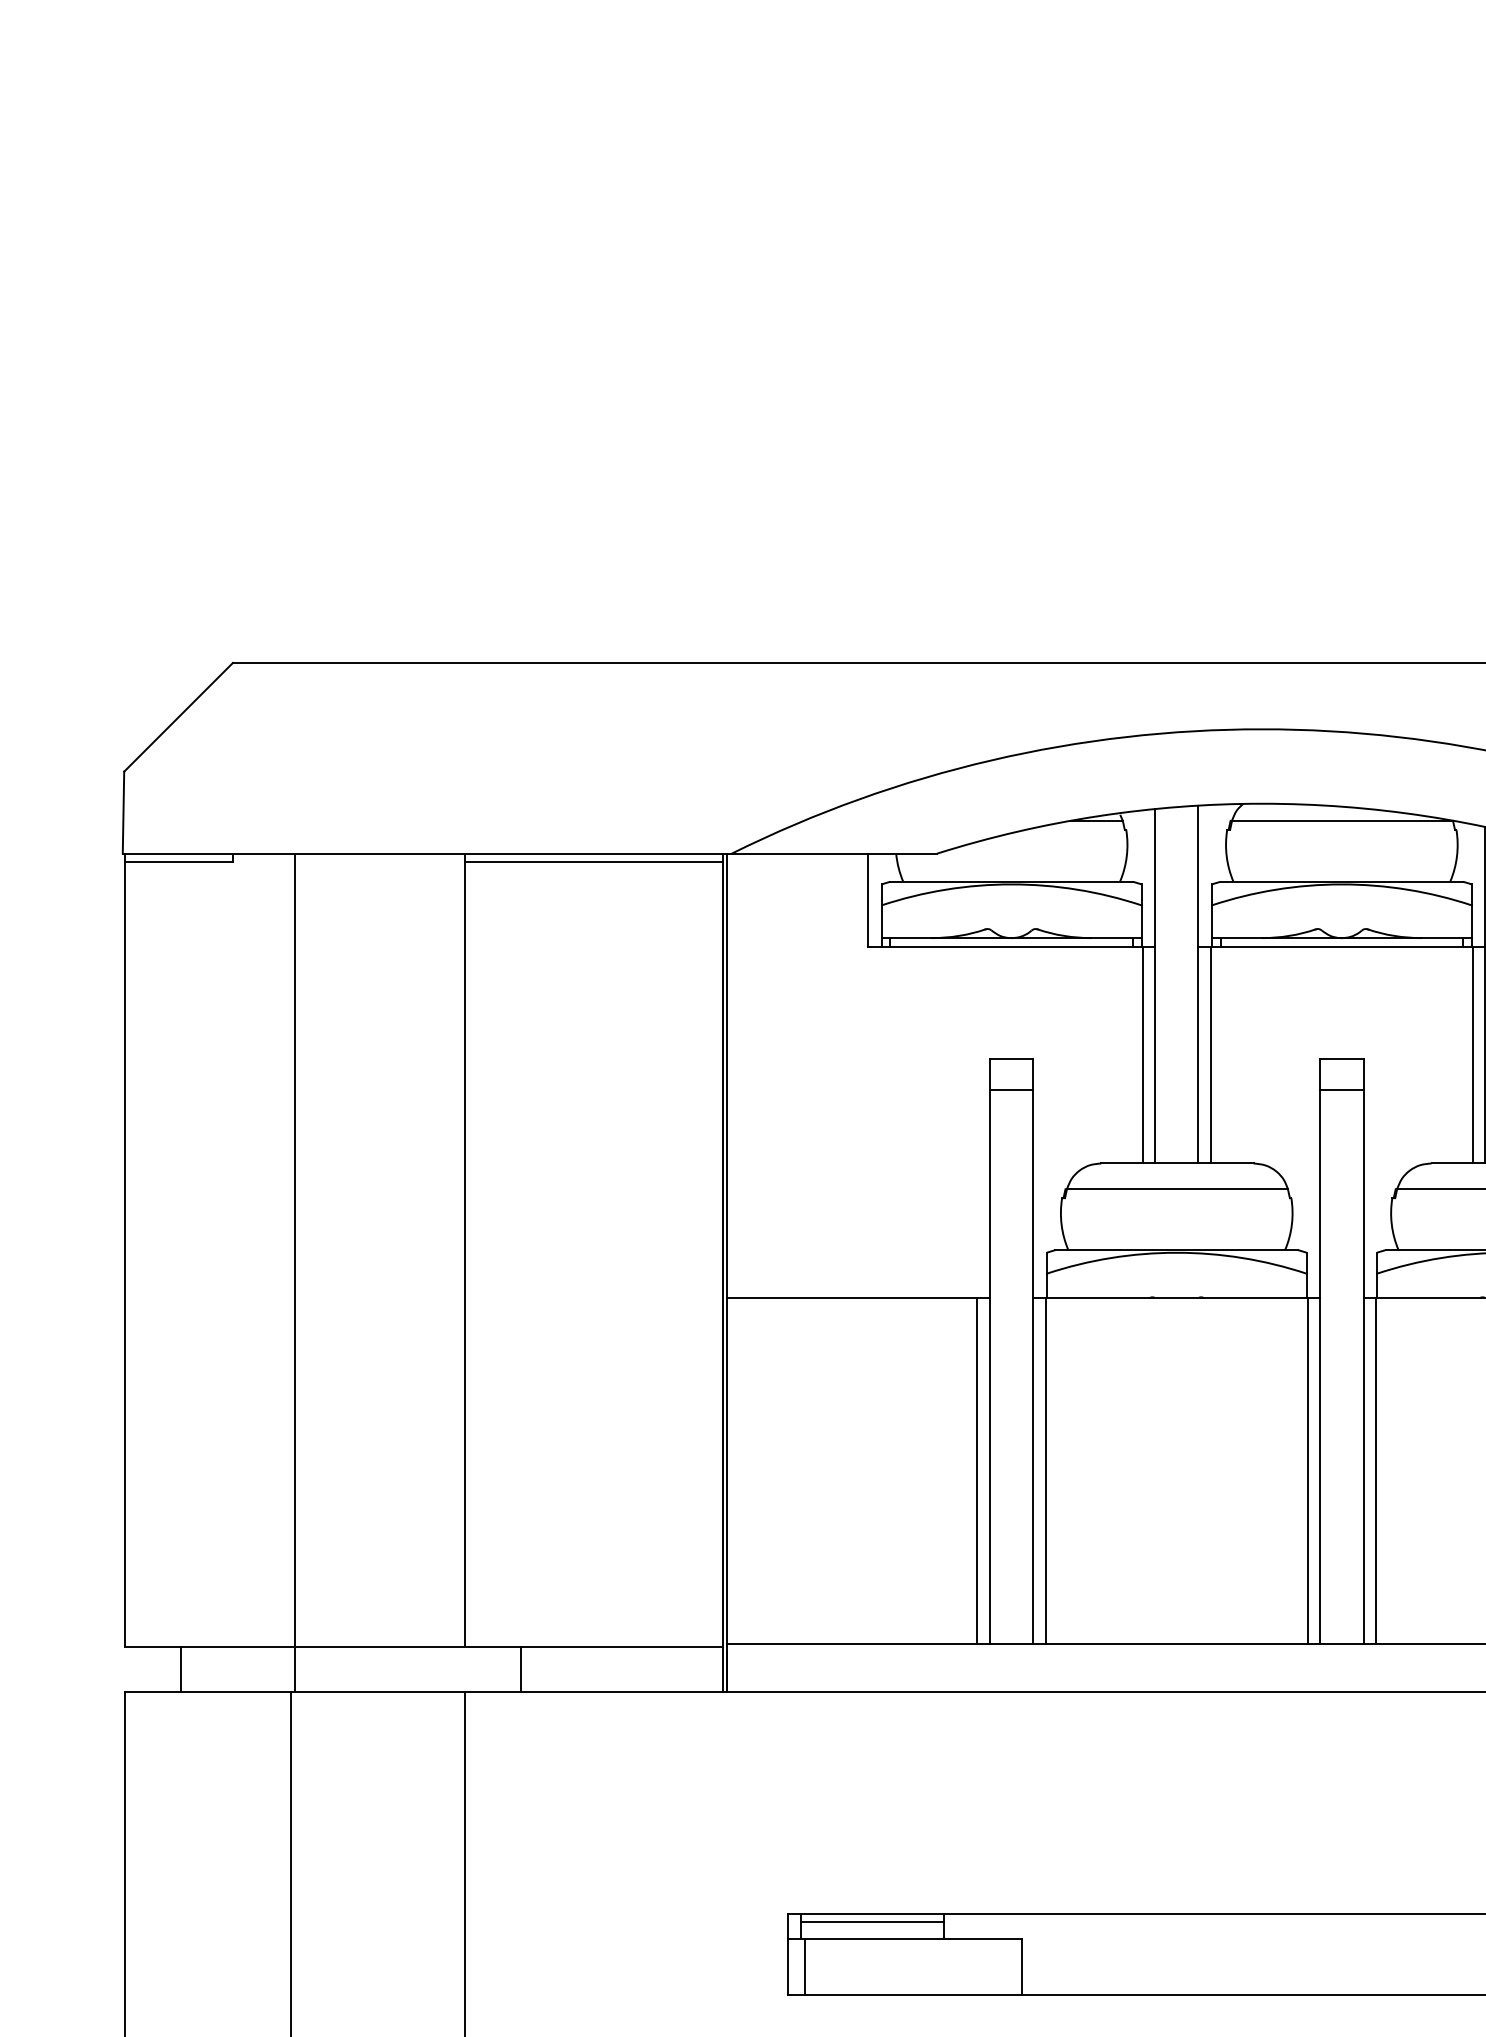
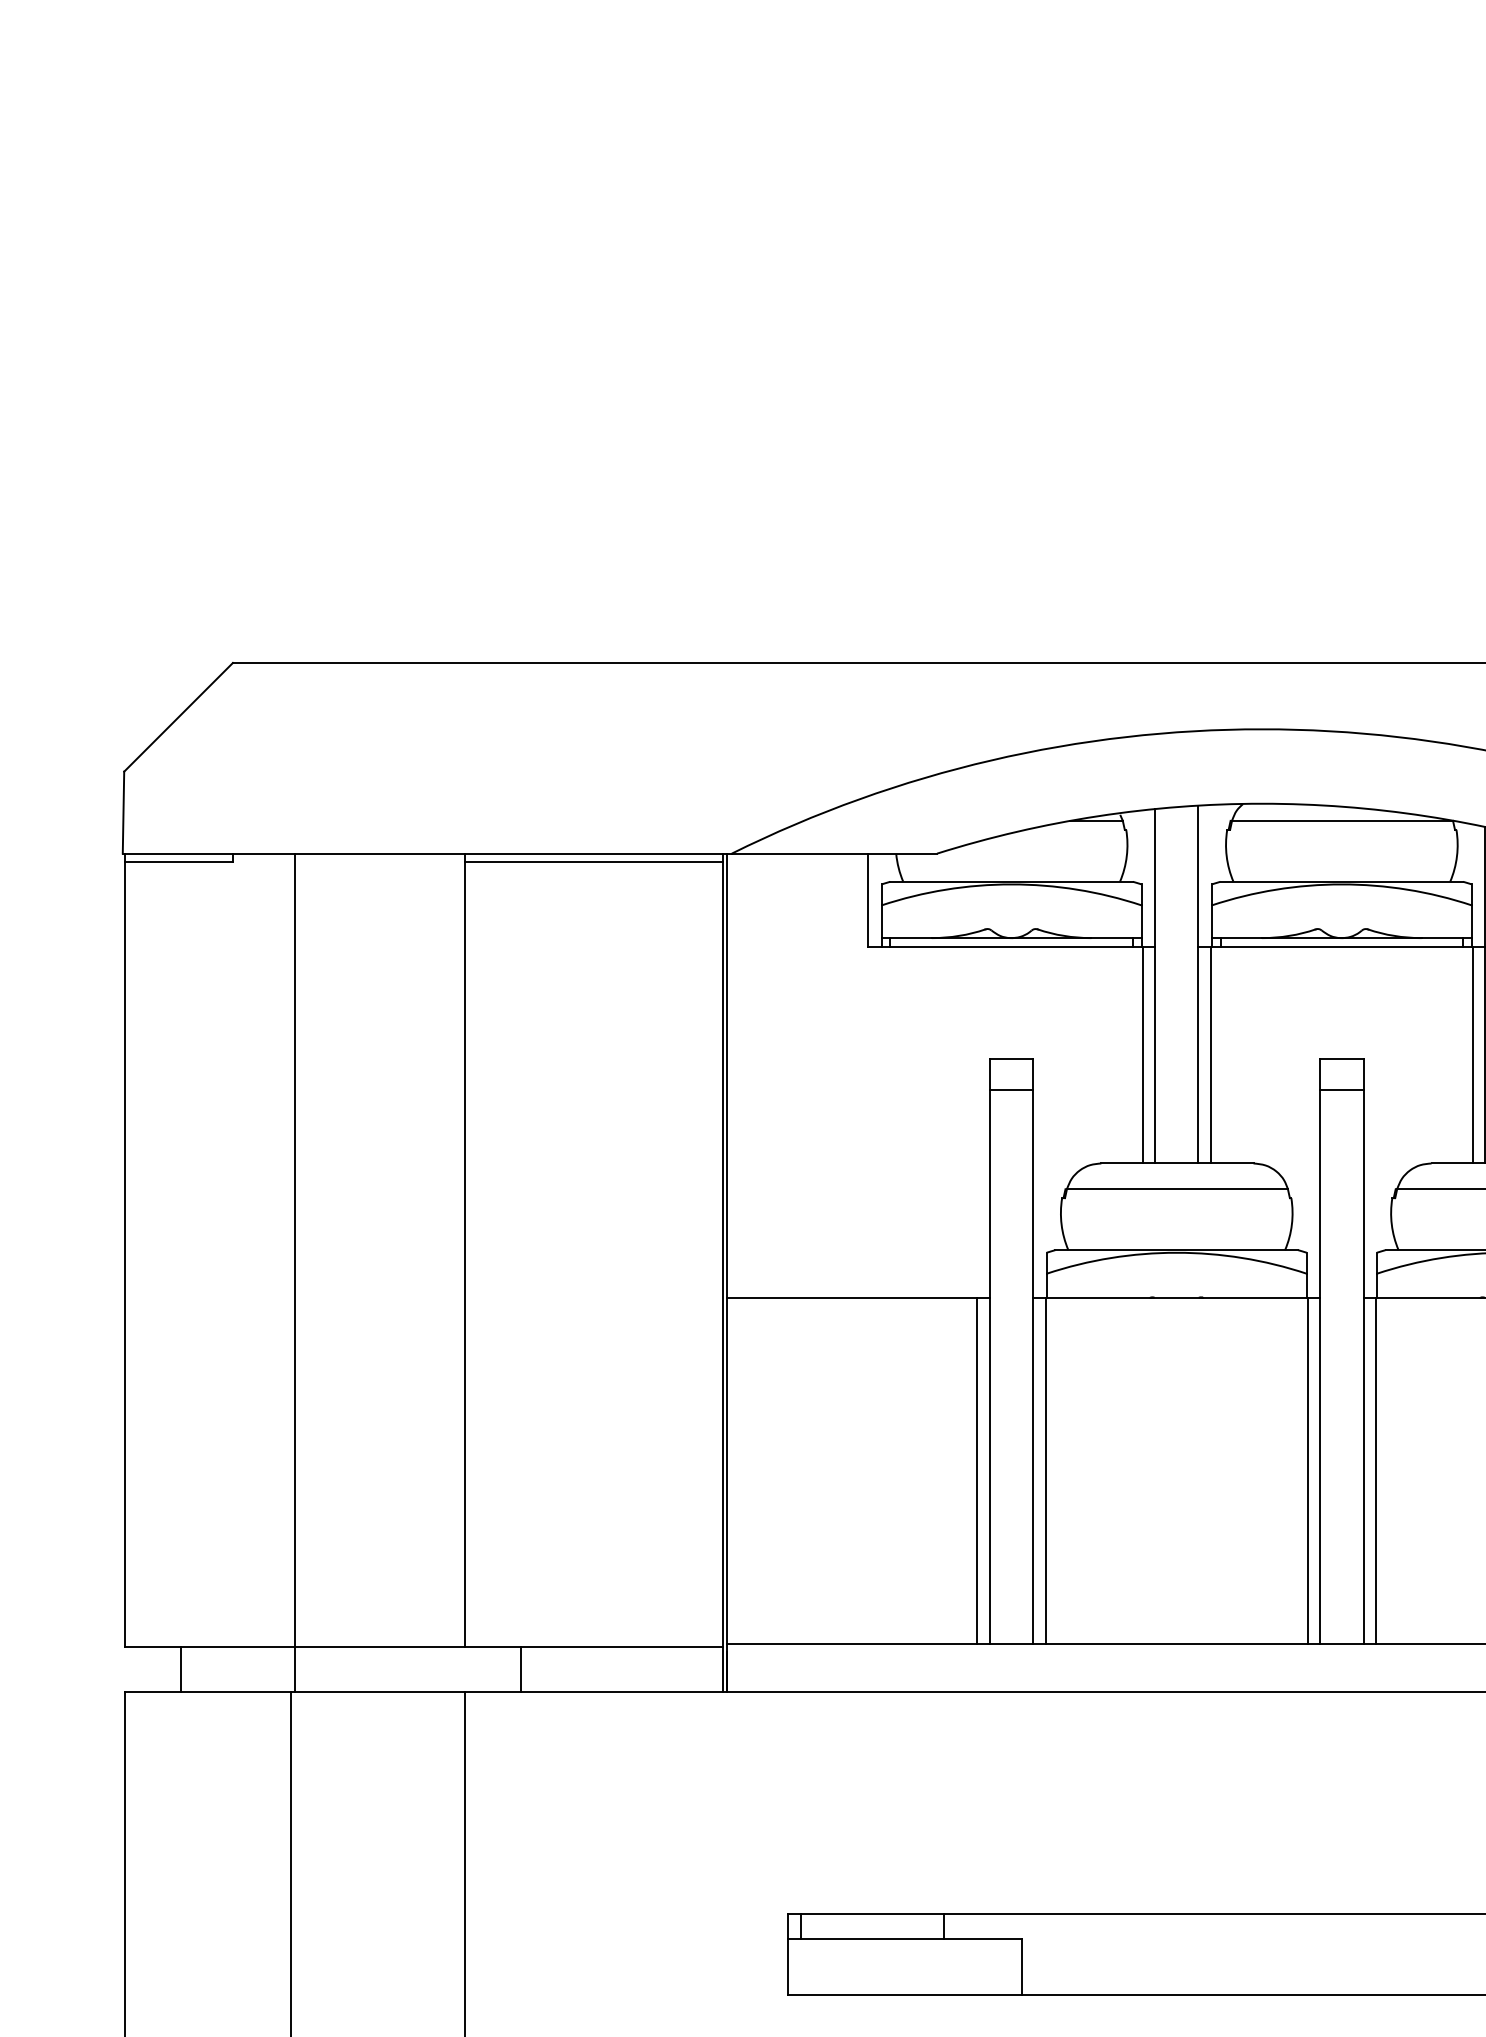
line at (871, 1921): present -> none
line at (804, 1967): present -> none
